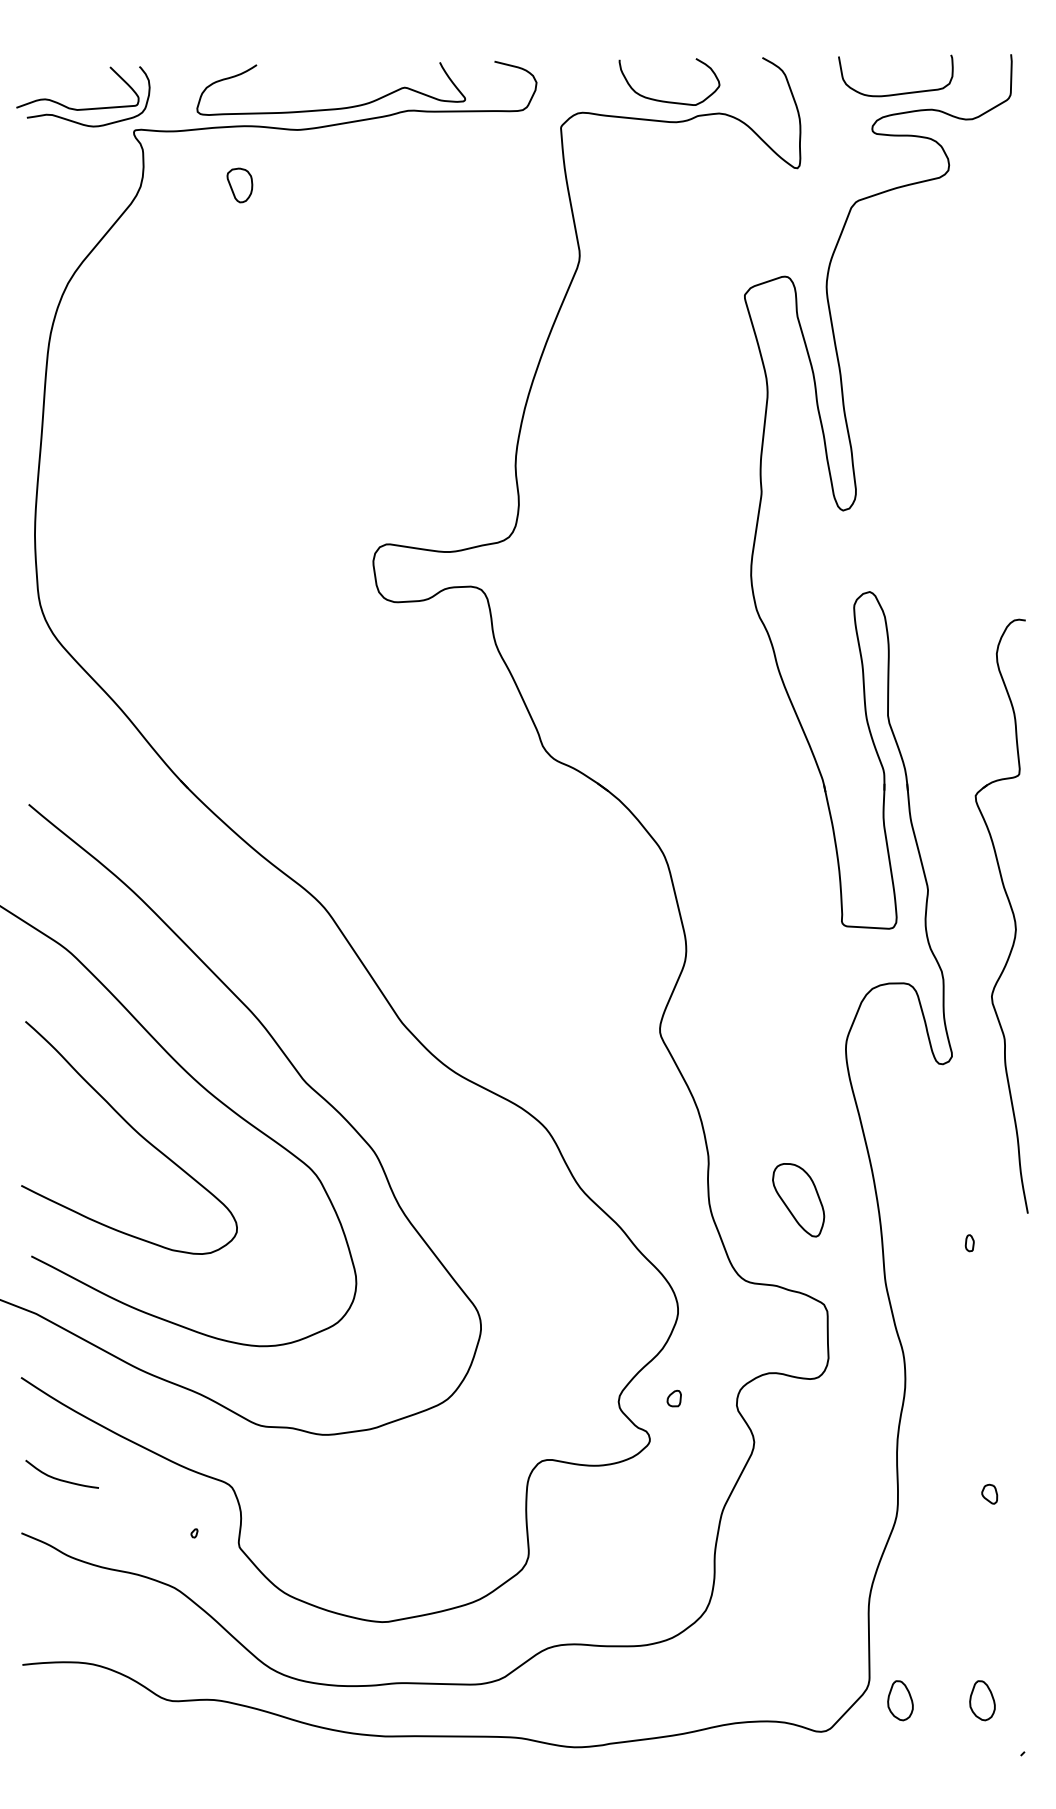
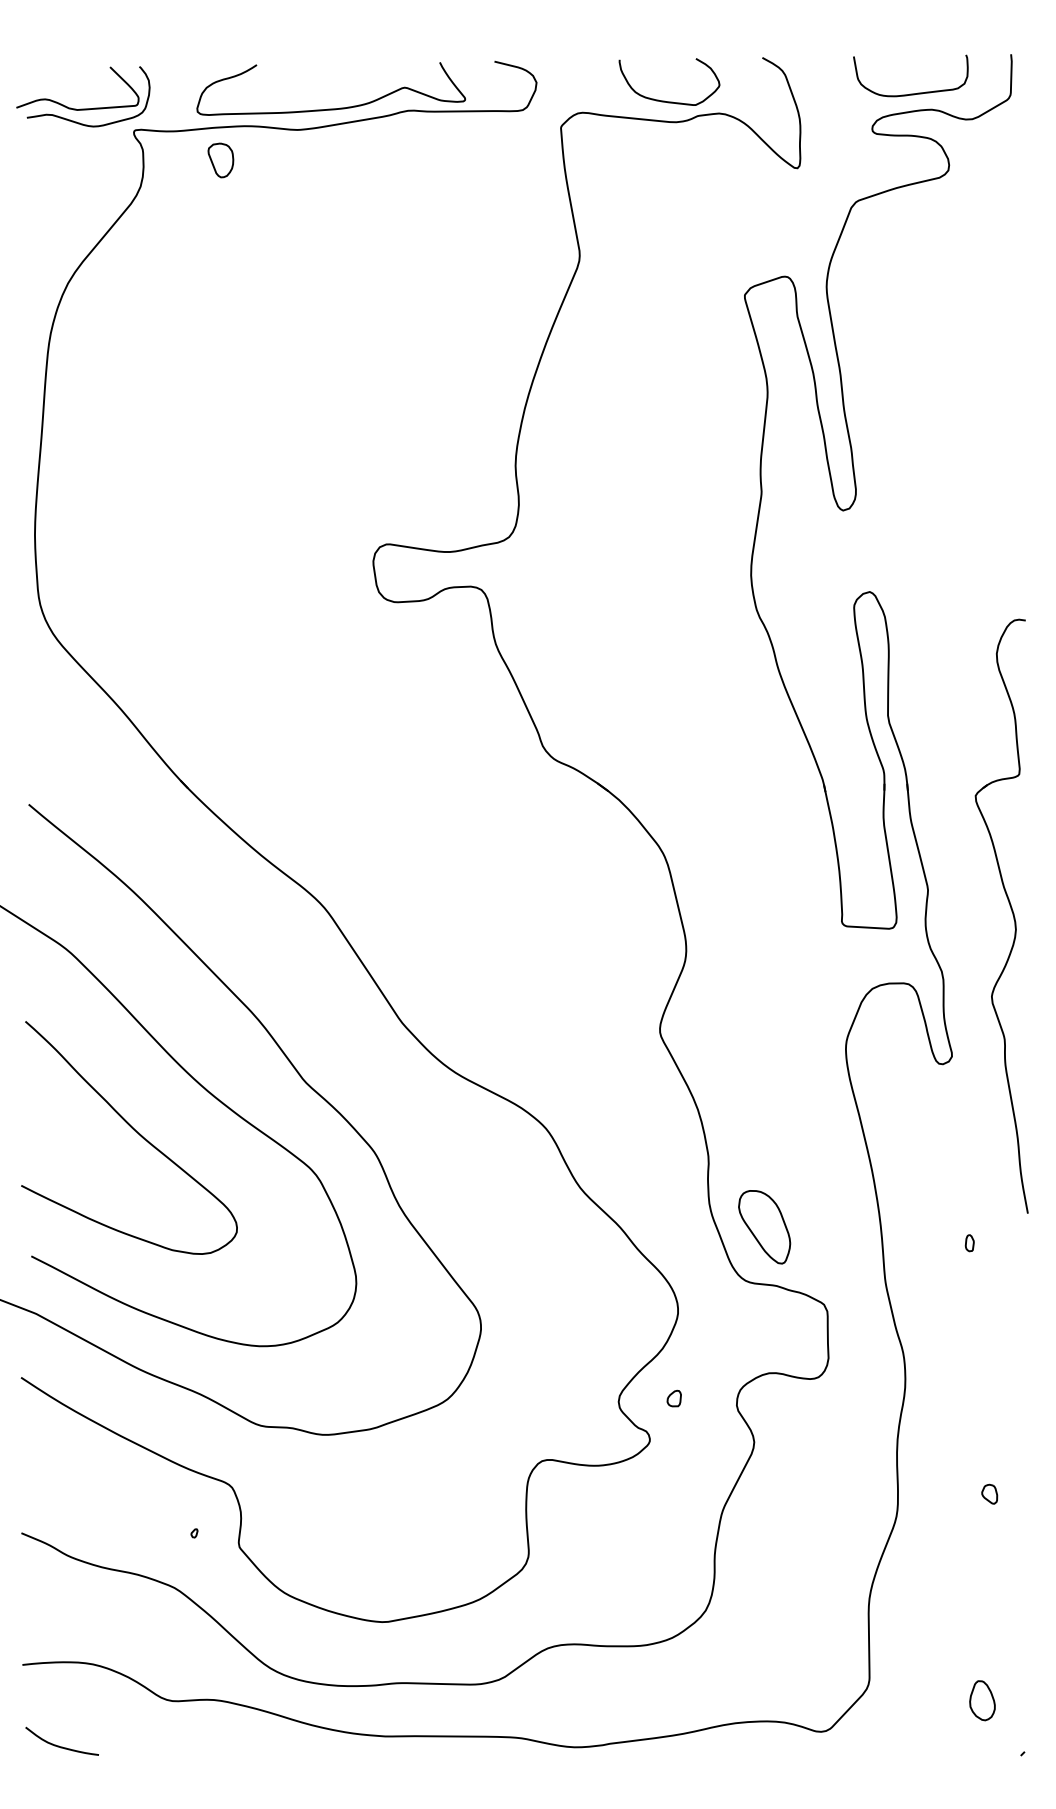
curve at (895, 93) position: (895, 93) -> (910, 93)
part at (239, 185) position: (239, 185) -> (220, 160)
part at (798, 1200) position: (798, 1200) -> (764, 1227)
curve at (59, 1478) position: (59, 1478) -> (59, 1745)
part at (900, 1700): present -> none
